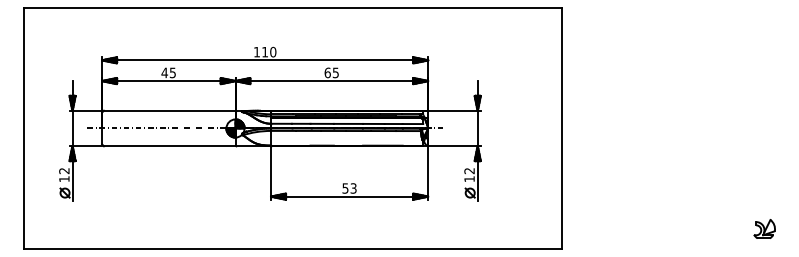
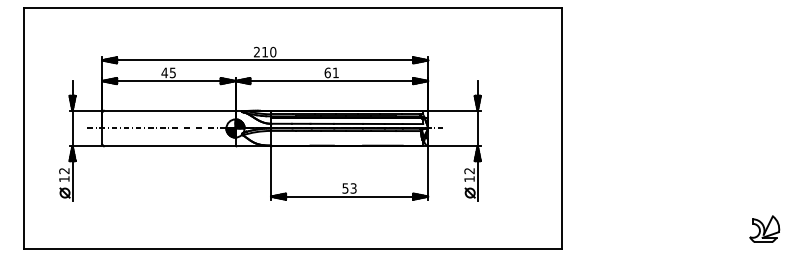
text at (256, 51): 110 -> 210
text at (335, 72): 65 -> 61
part at (764, 228) size: 23x20 px -> 32x28 px
